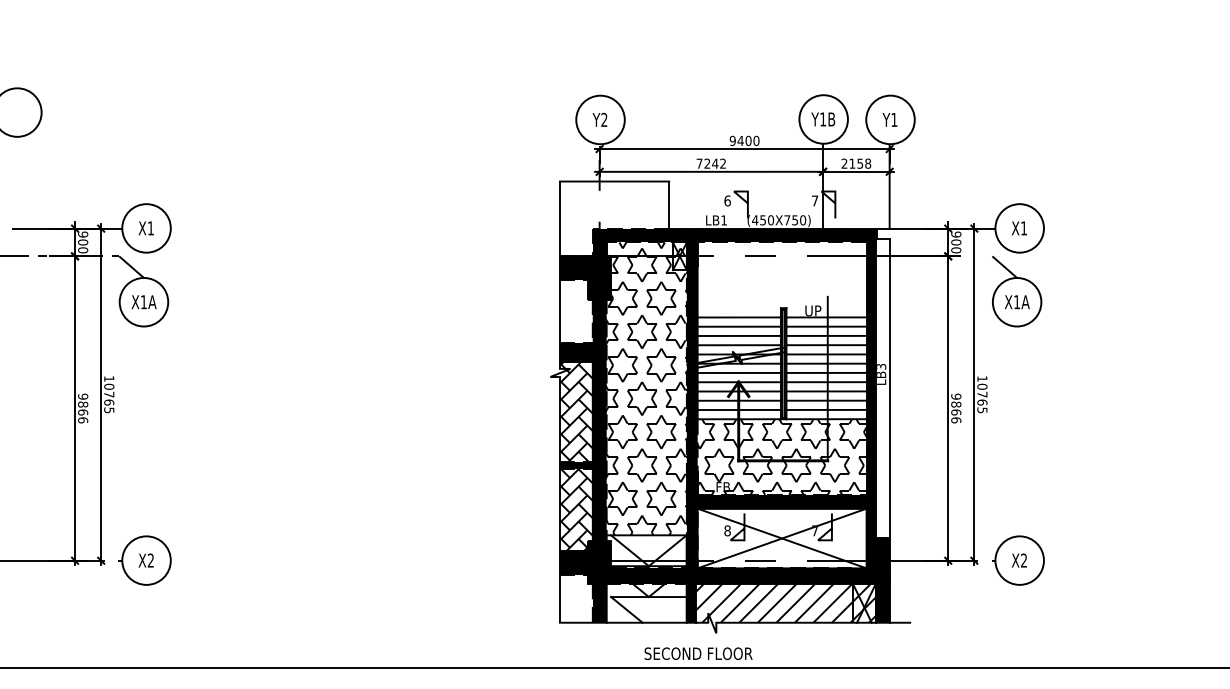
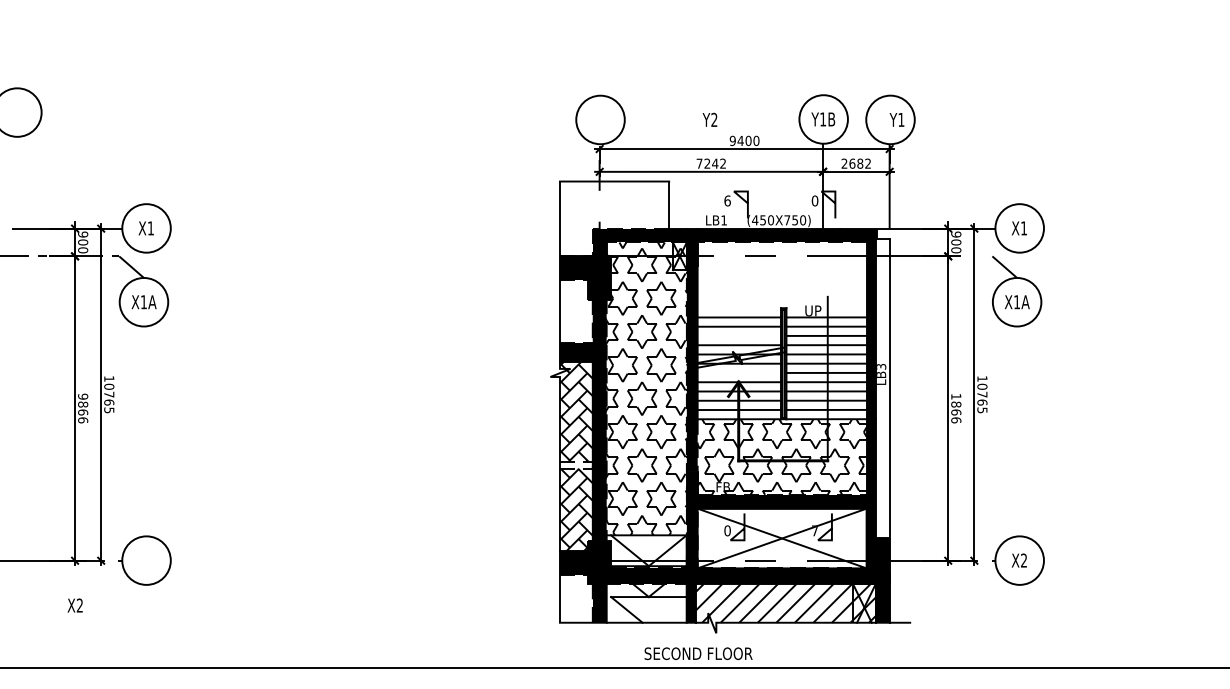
text at (599, 119) position: (599, 119) -> (709, 119)
text at (889, 119) position: (889, 119) -> (896, 119)
text at (860, 163): 2158 -> 2682
text at (814, 200): 7 -> 0
line at (739, 335): present -> none
line at (739, 372): present -> none
text at (956, 396): 9866 -> 1866
fill at (575, 464): present -> none
text at (727, 530): 8 -> 0
text at (145, 560) position: (145, 560) -> (74, 605)
